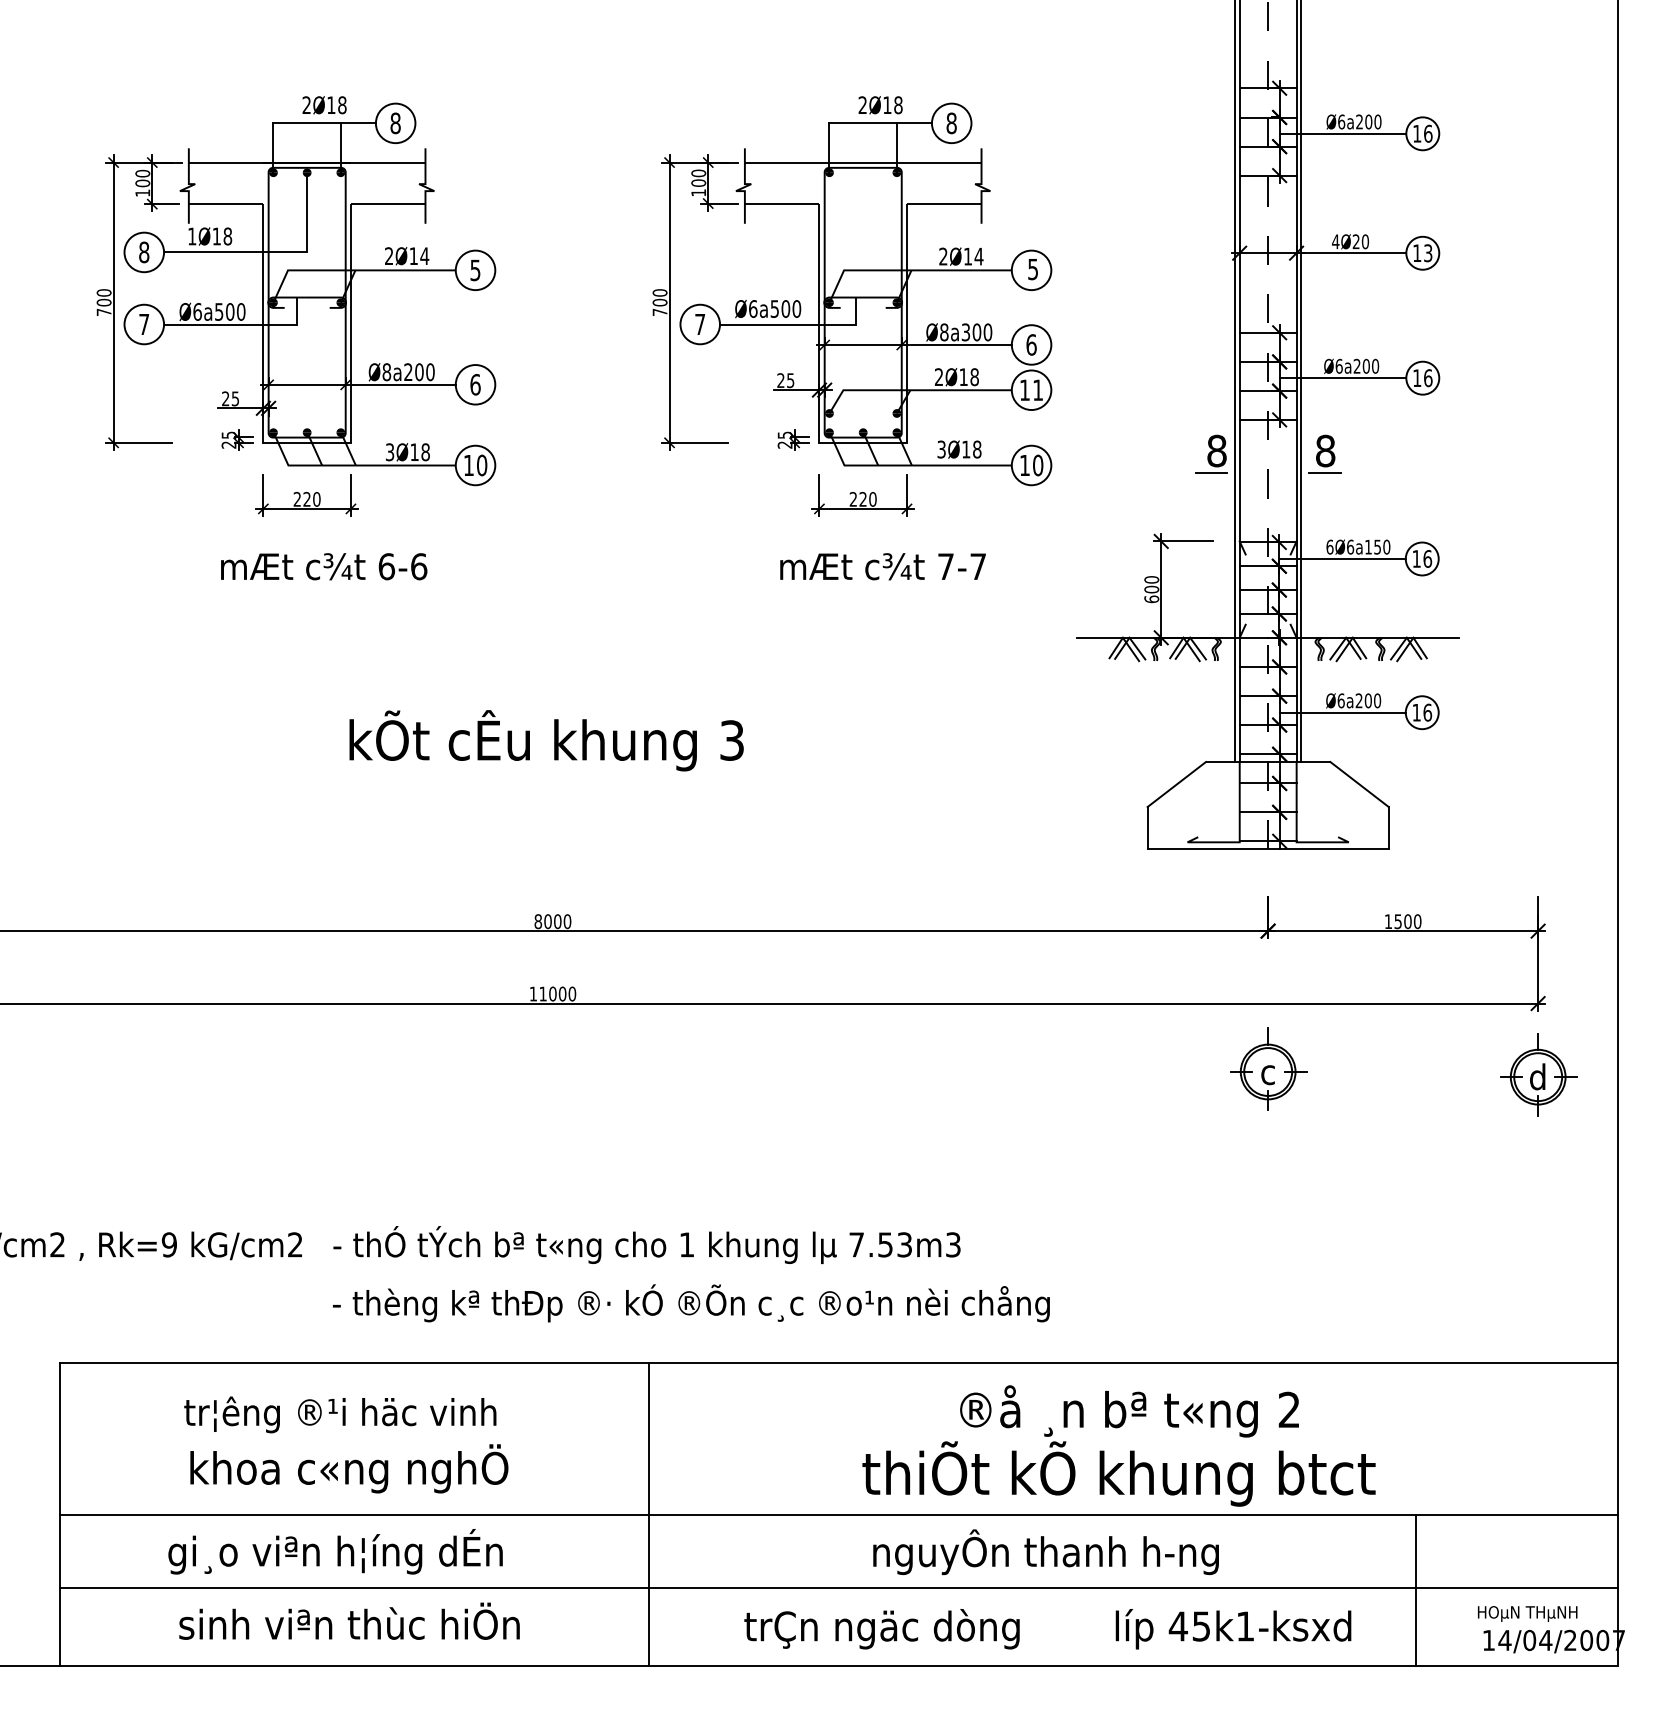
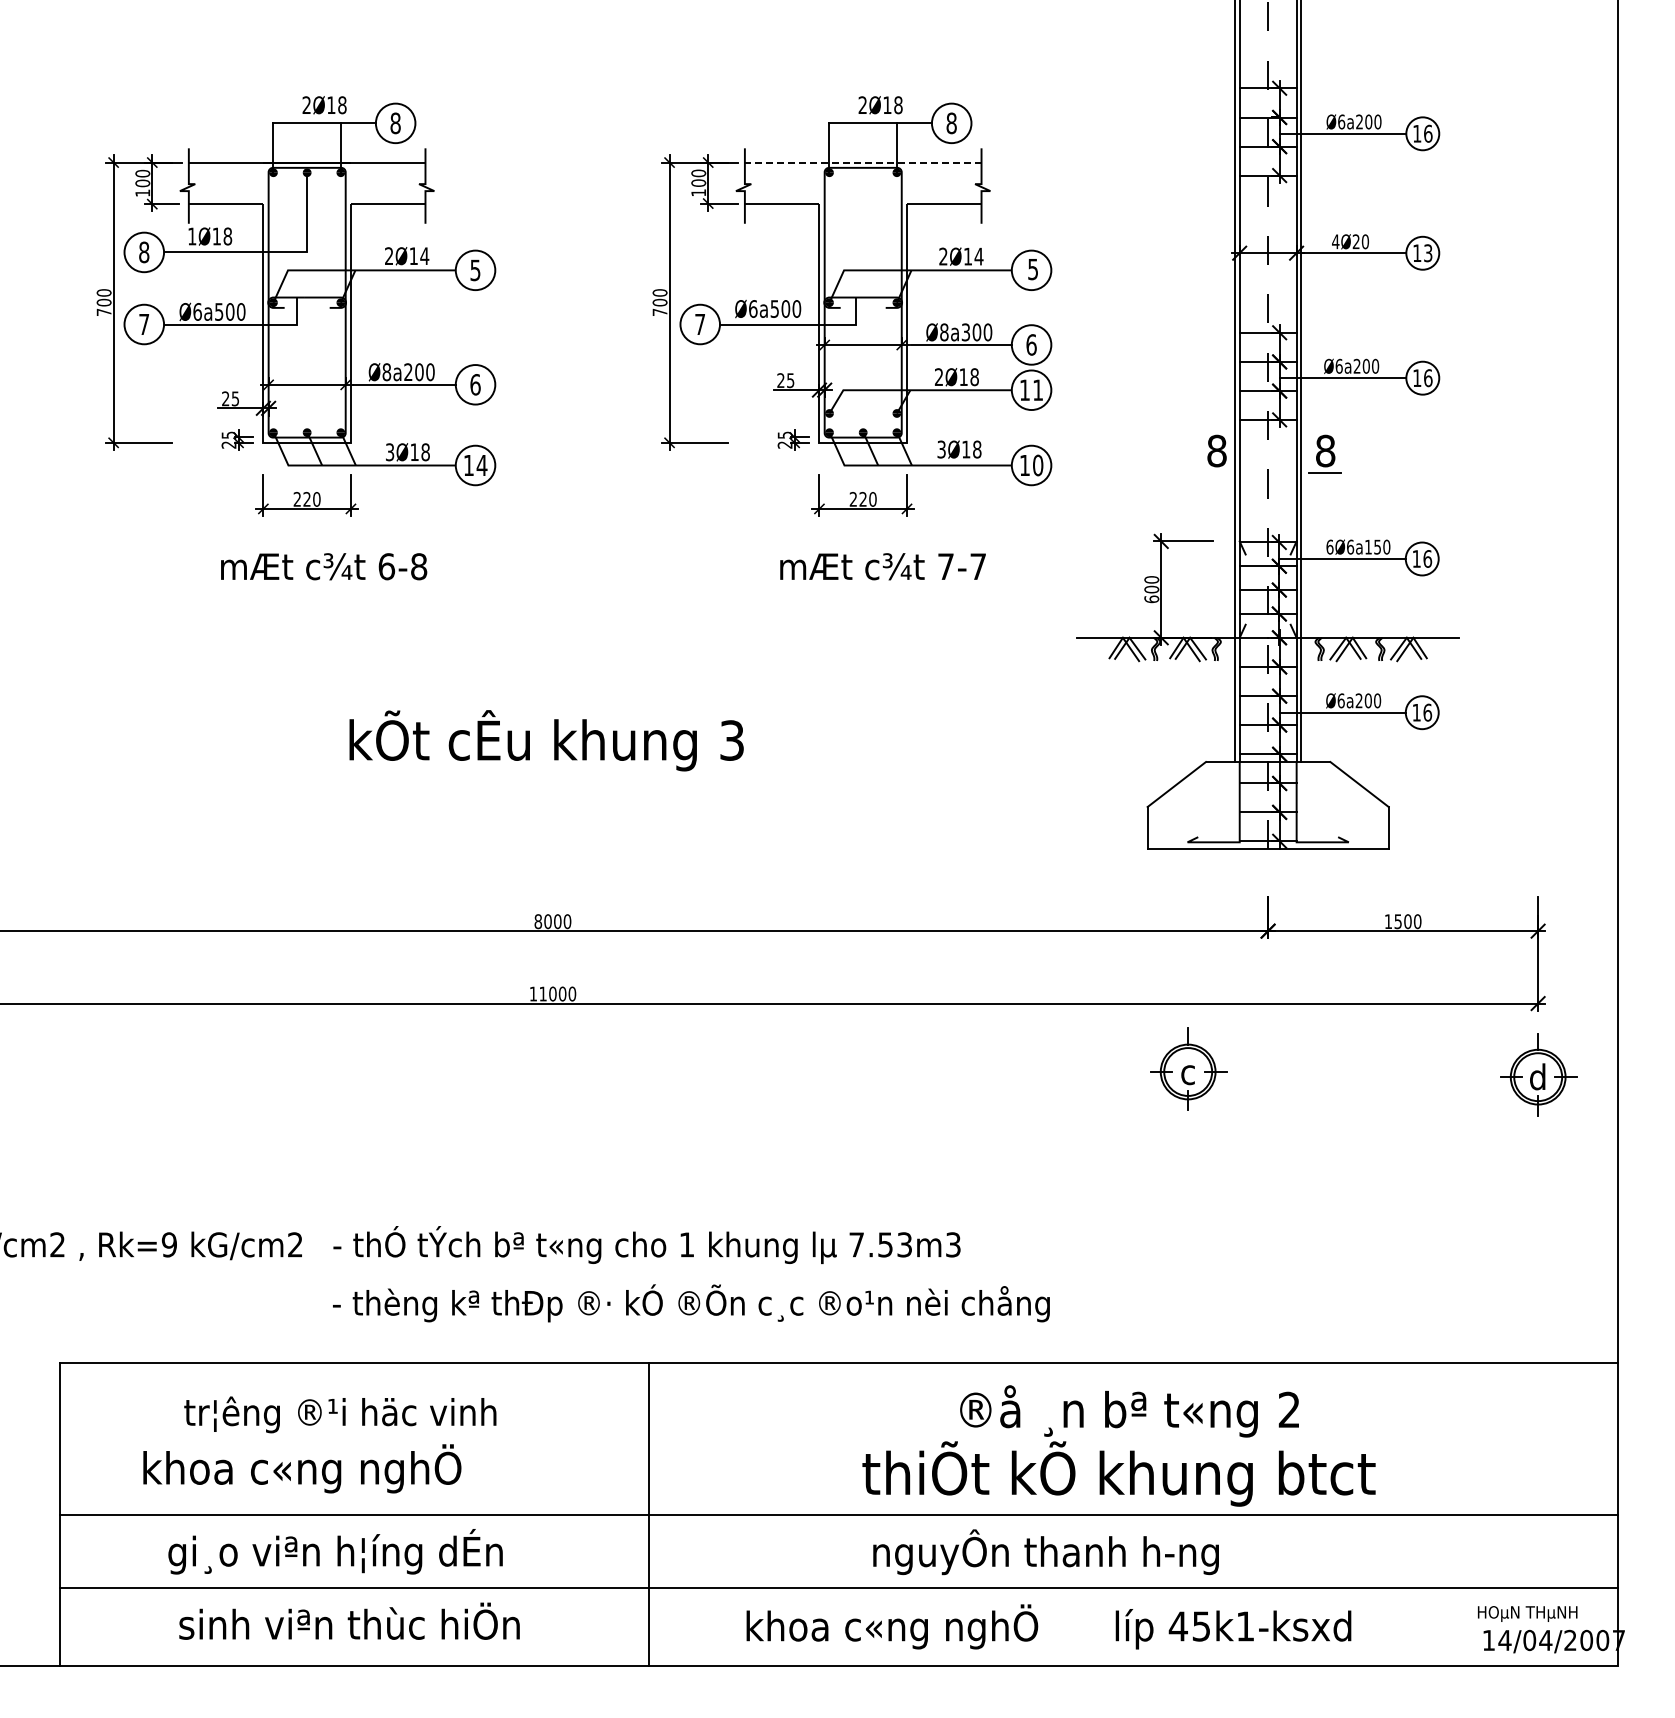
line at (862, 162): solid -> dashed
text at (481, 465): 10 -> 14
line at (1211, 473): present -> none
text at (419, 566): 6-6 -> 6-8
part at (1268, 1068) position: (1268, 1068) -> (1188, 1068)
text at (349, 1468) position: (349, 1468) -> (302, 1468)
line at (1415, 1590): present -> none
text at (891, 1626): trÇn ngäc dòng -> khoa c«ng nghÖ
